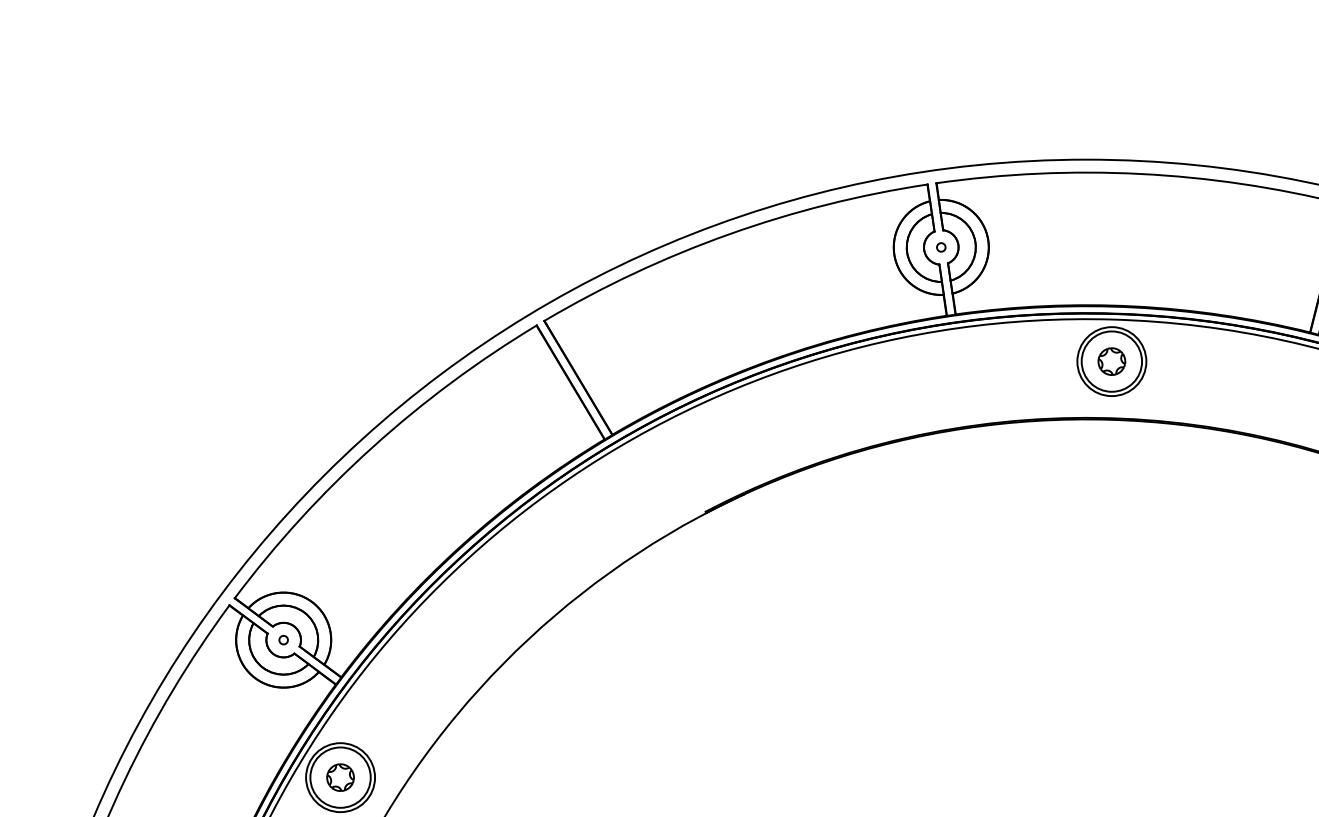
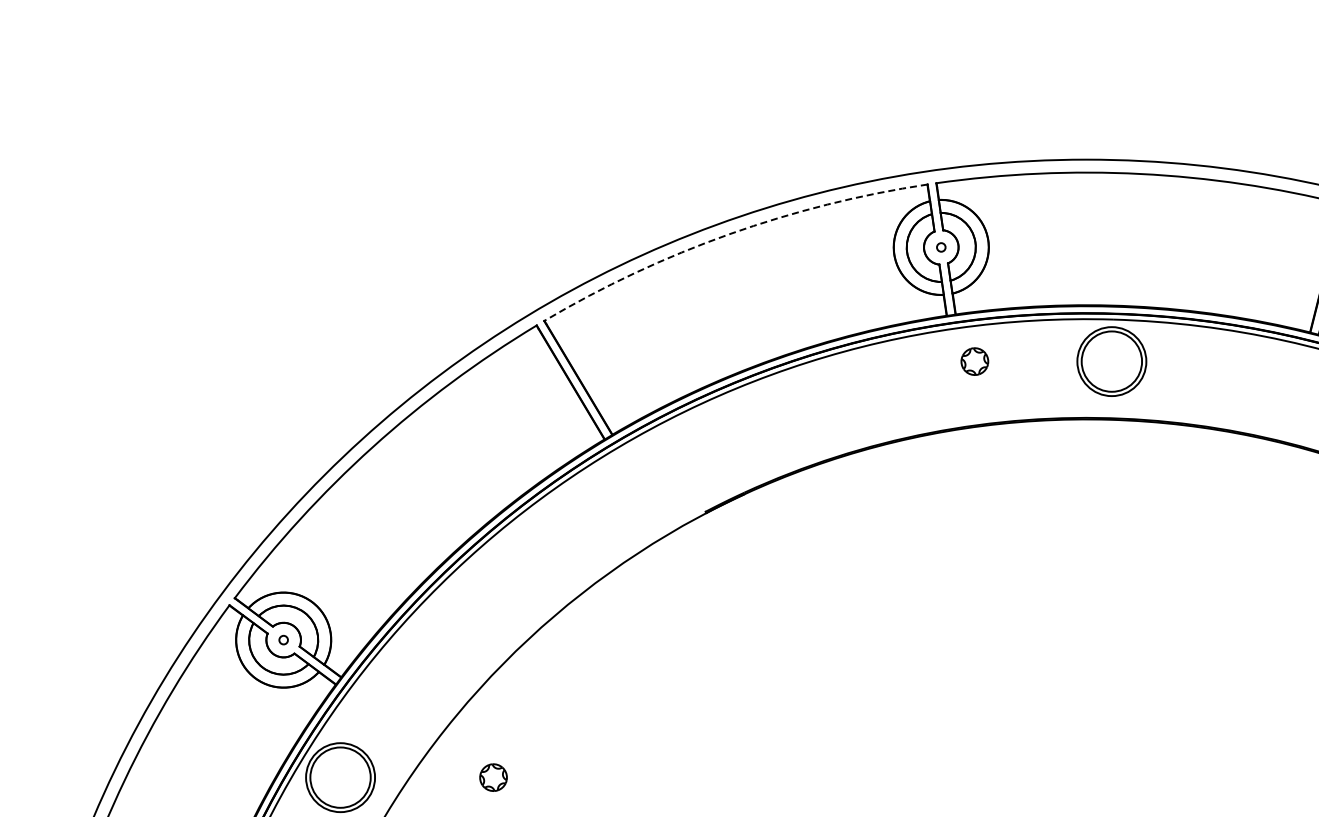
arc at (729, 234): solid -> dashed
part at (1111, 361) position: (1111, 361) -> (974, 361)
part at (340, 777) position: (340, 777) -> (493, 777)
